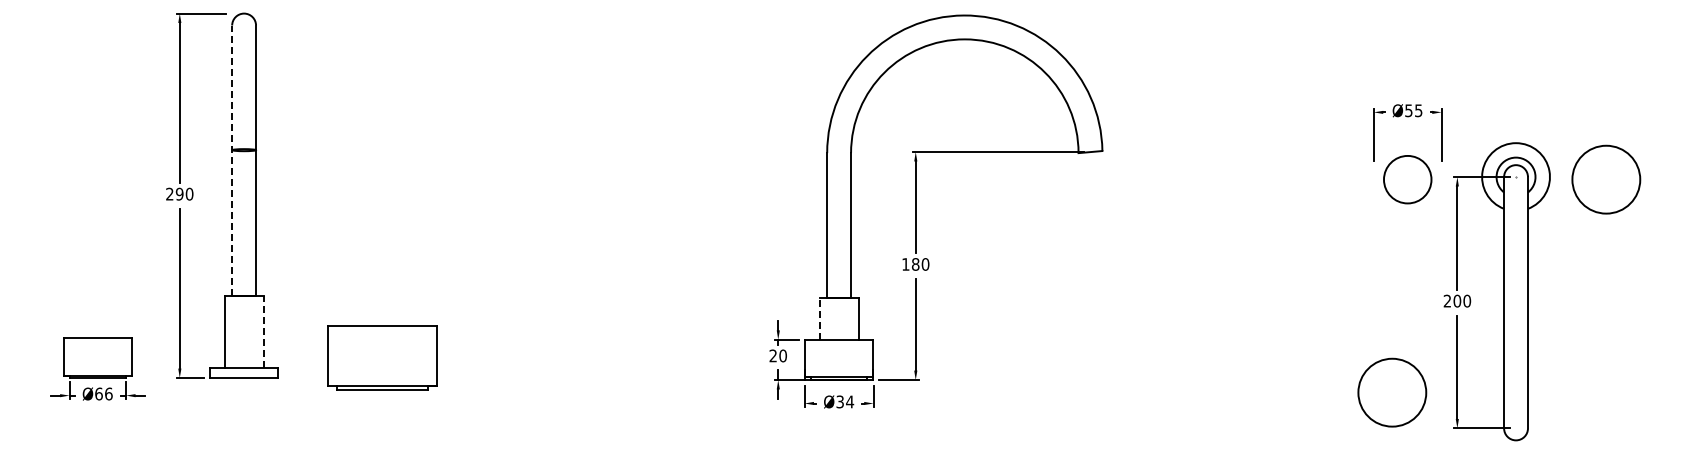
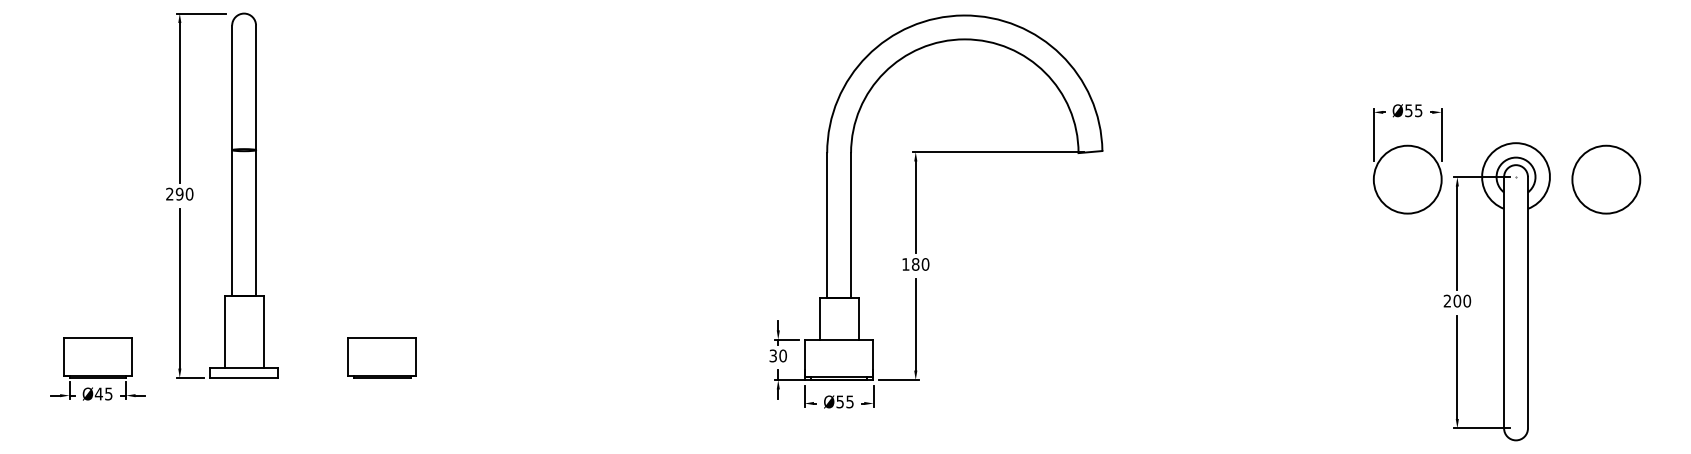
line at (232, 160): dashed -> solid
circle at (1407, 179) diameter: 48 px -> 68 px
line at (819, 319): dashed -> solid
line at (263, 332): dashed -> solid
text at (772, 356): 20 -> 30
part at (382, 357) size: 111x66 px -> 70x42 px
circle at (1392, 392): present -> none
text at (103, 393): Ø66 -> Ø45
text at (845, 401): Ø34 -> Ø55
